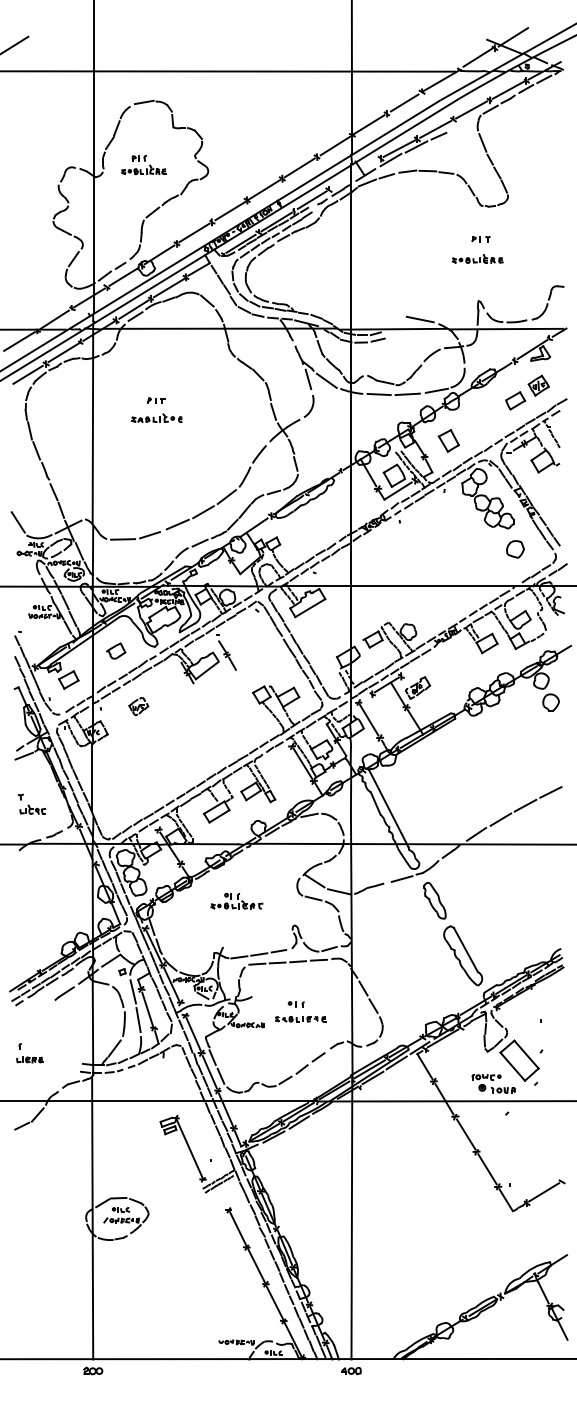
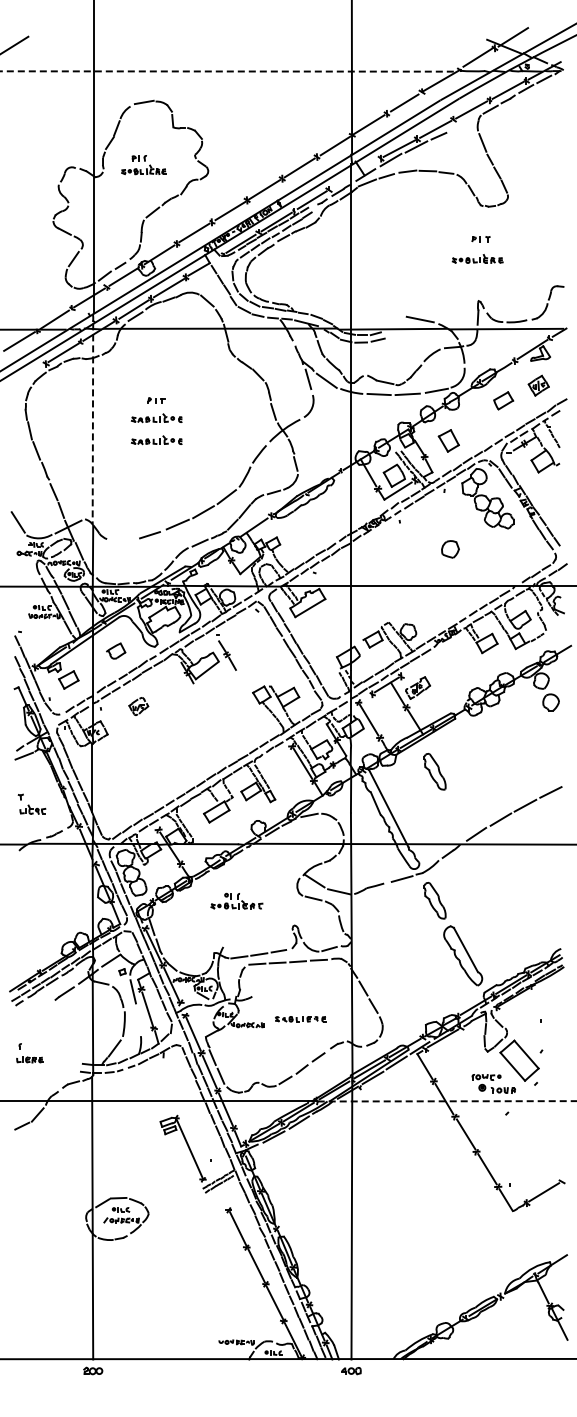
line at (228, 71): solid -> dashed
line at (27, 374): present -> none
part at (515, 400) position: (515, 400) -> (503, 400)
line at (92, 424): solid -> dashed
part at (156, 440): none -> present
line at (122, 539): present -> none
part at (515, 549) position: (515, 549) -> (450, 549)
part at (434, 771): none -> present
part at (295, 1004): present -> none
line at (138, 1020): present -> none
line at (447, 1101): solid -> dashed
